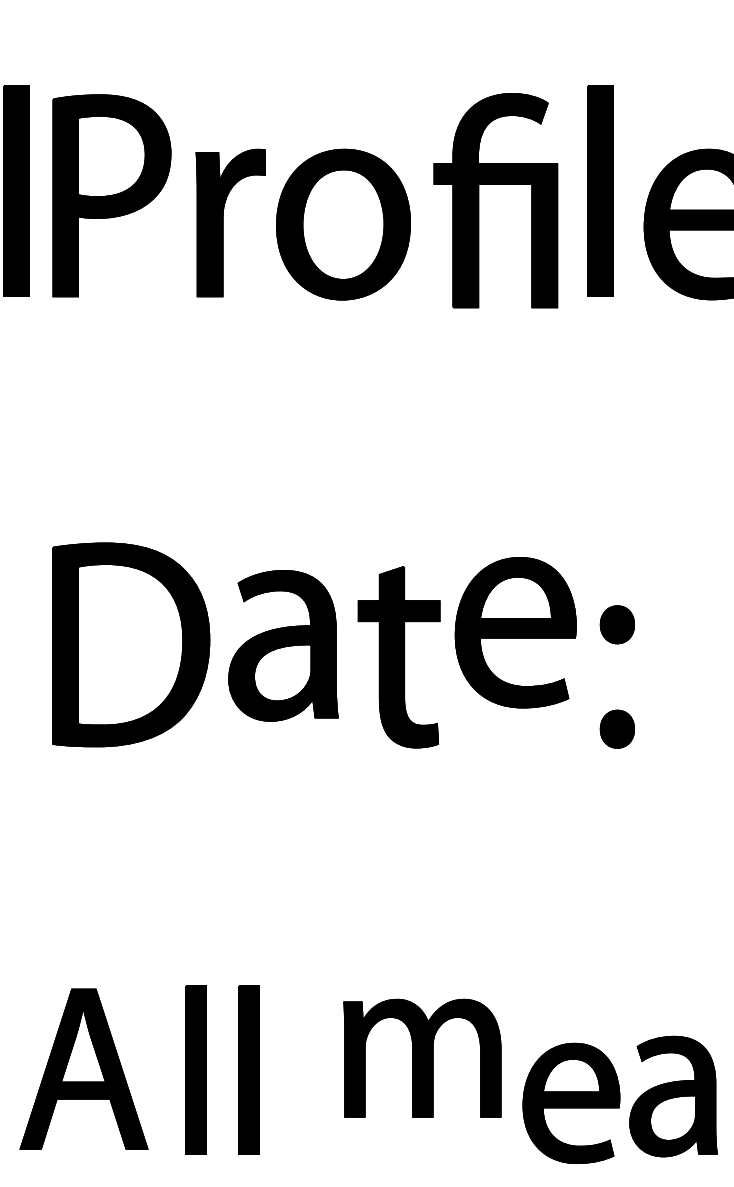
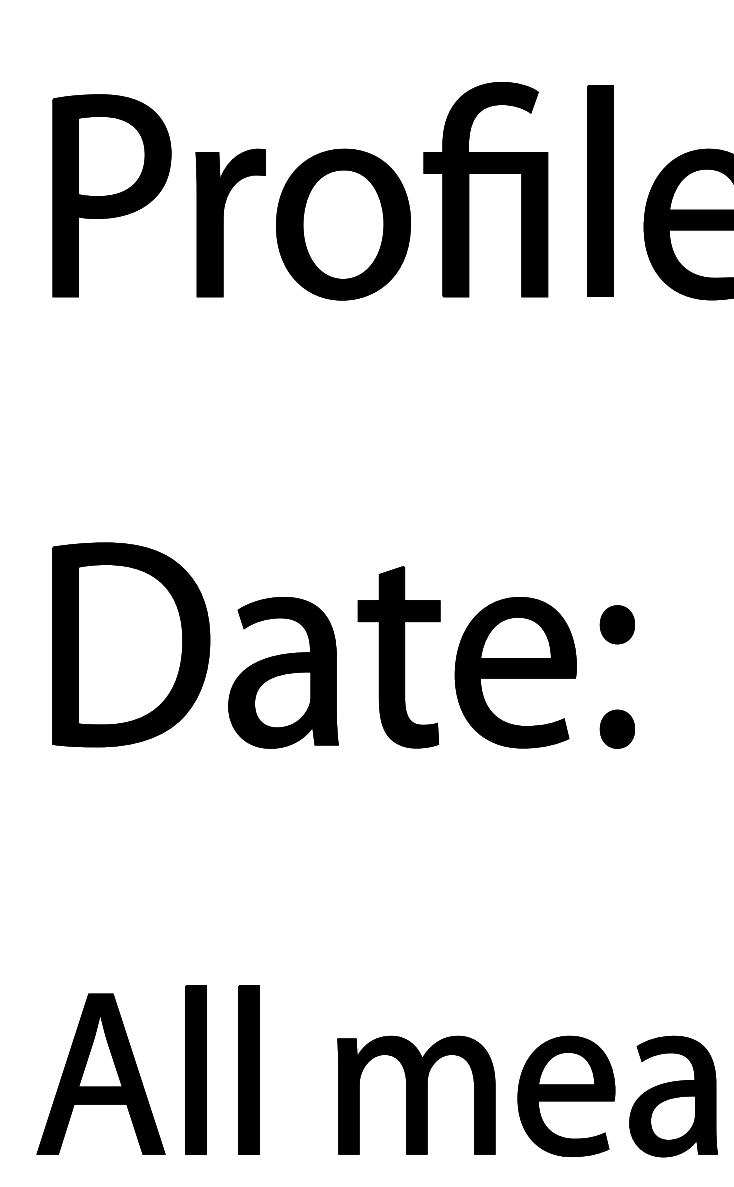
part at (495, 184) position: (495, 184) -> (485, 173)
part at (16, 190): present -> none
part at (515, 632) position: (515, 632) -> (515, 672)
part at (283, 645) position: (283, 645) -> (283, 672)
part at (422, 1057) position: (422, 1057) -> (416, 1094)
part at (83, 1068) position: (83, 1068) -> (100, 1073)
part at (571, 1102) position: (571, 1102) -> (566, 1095)
